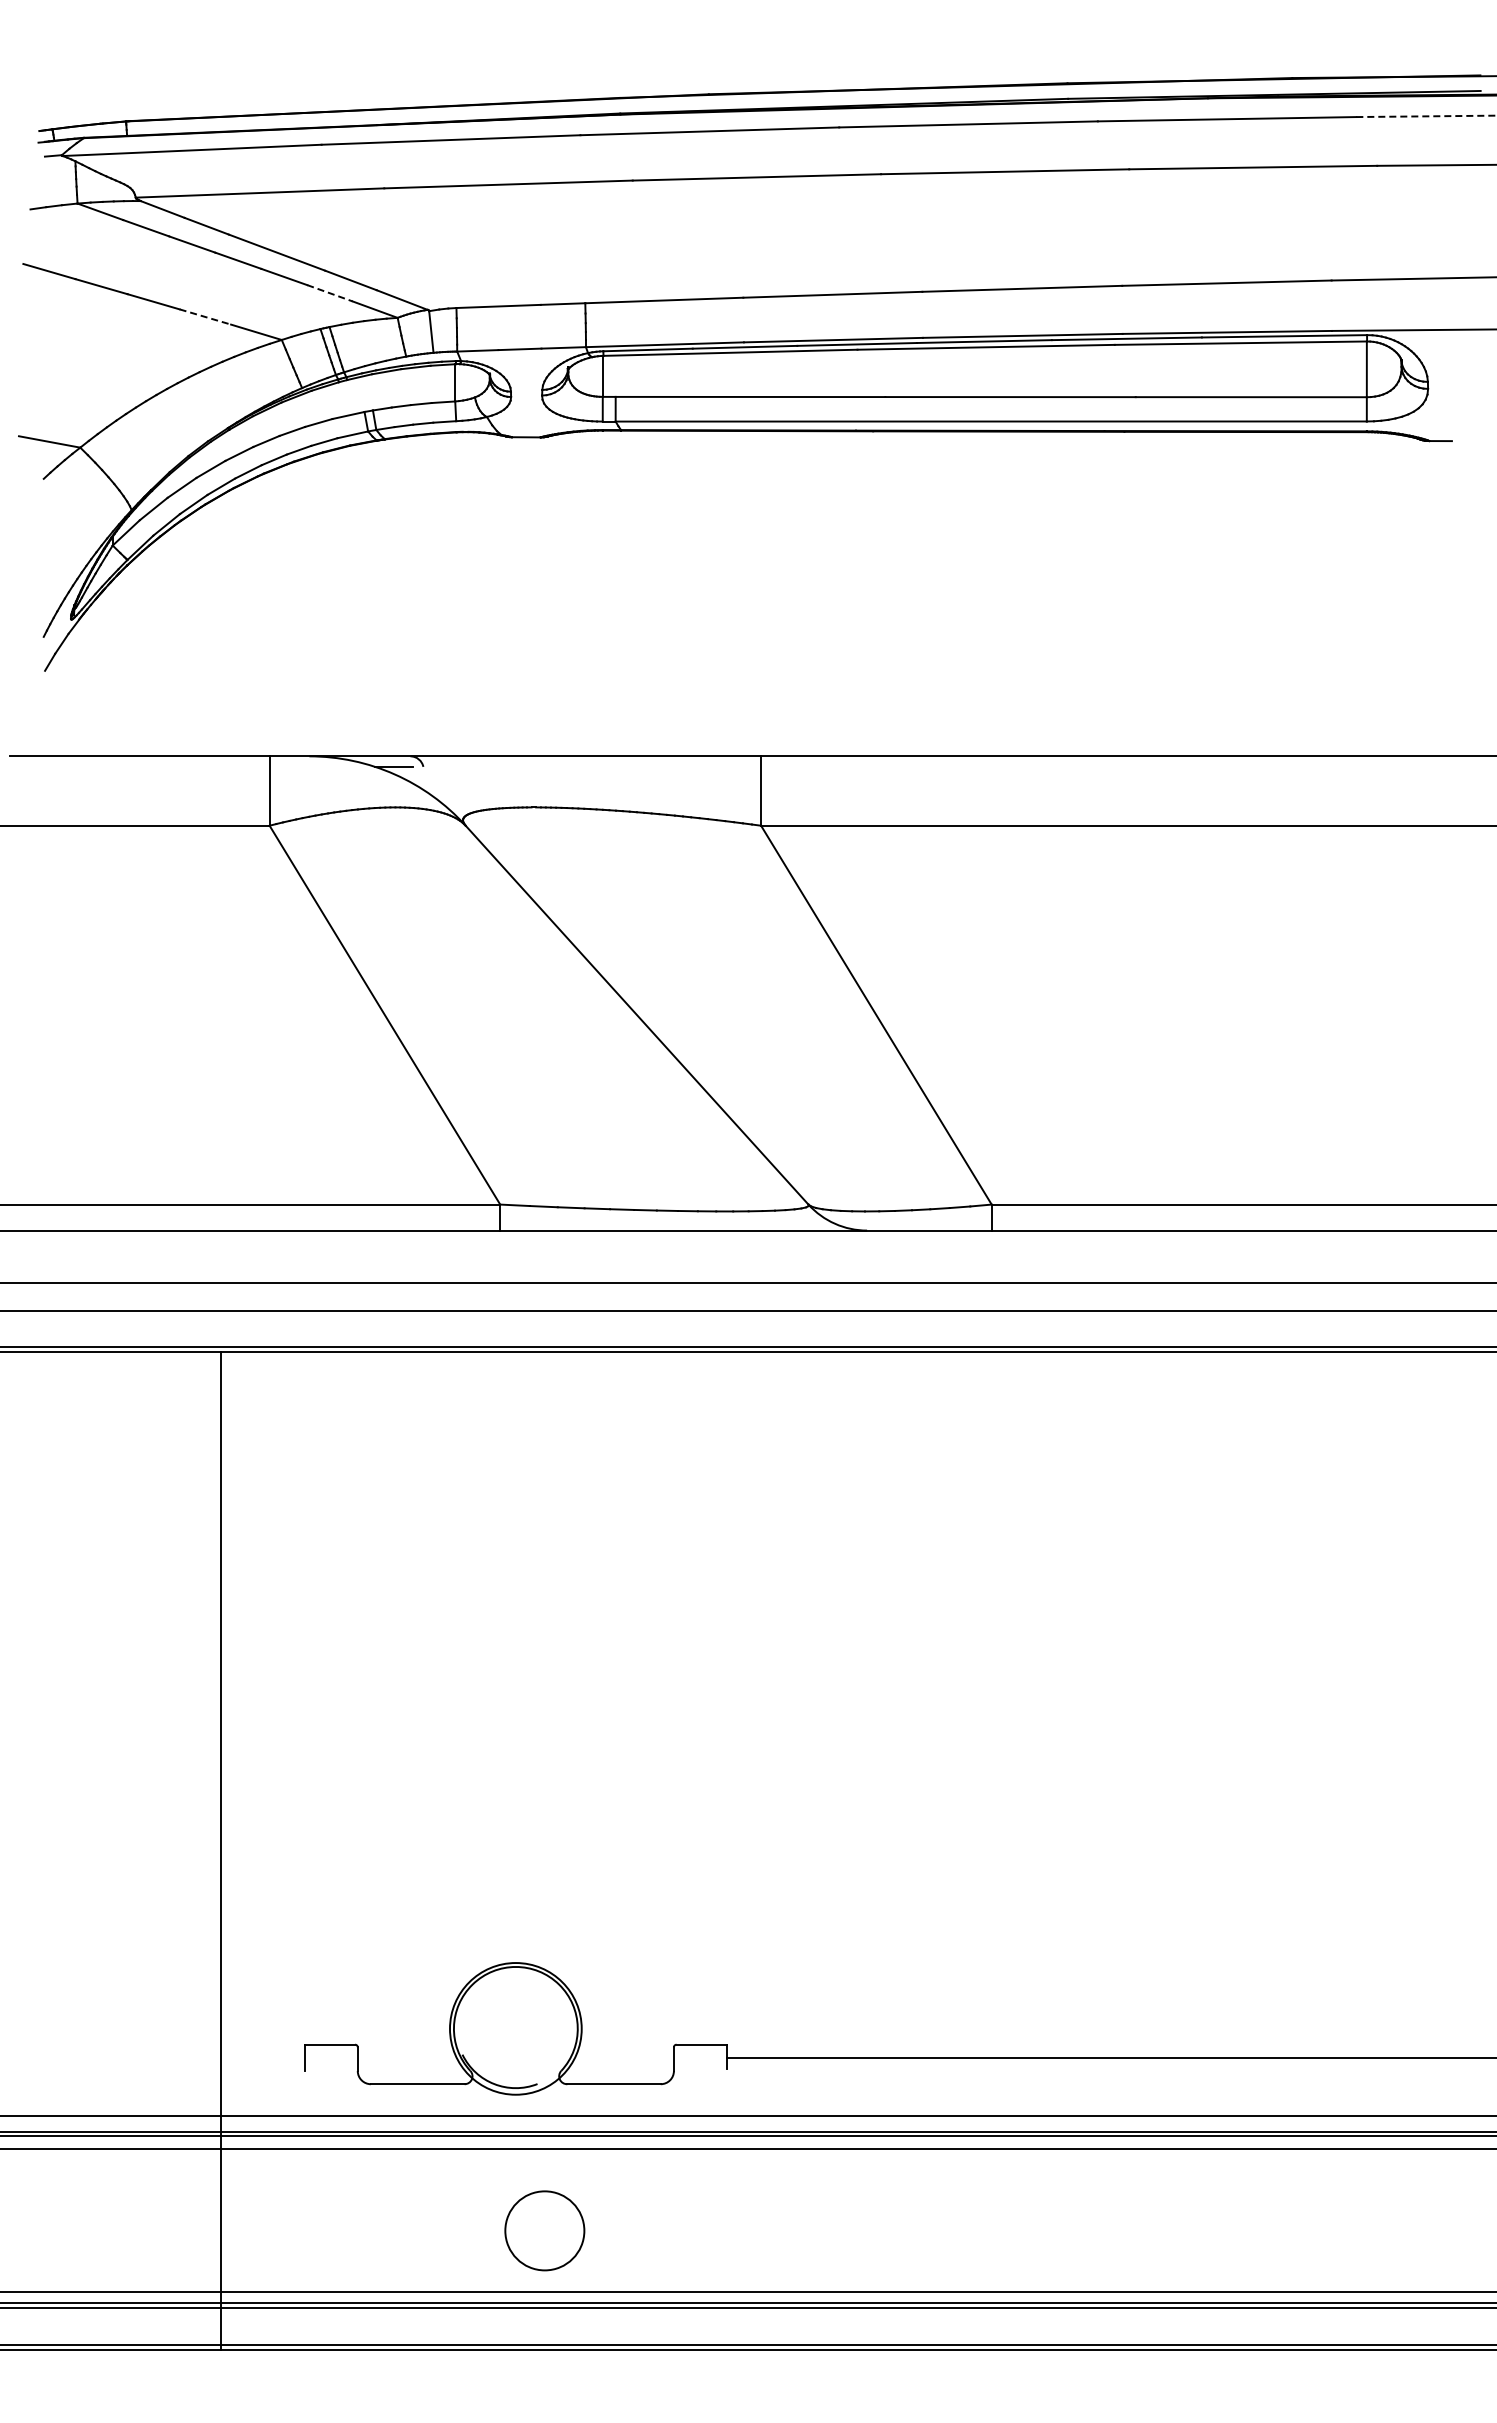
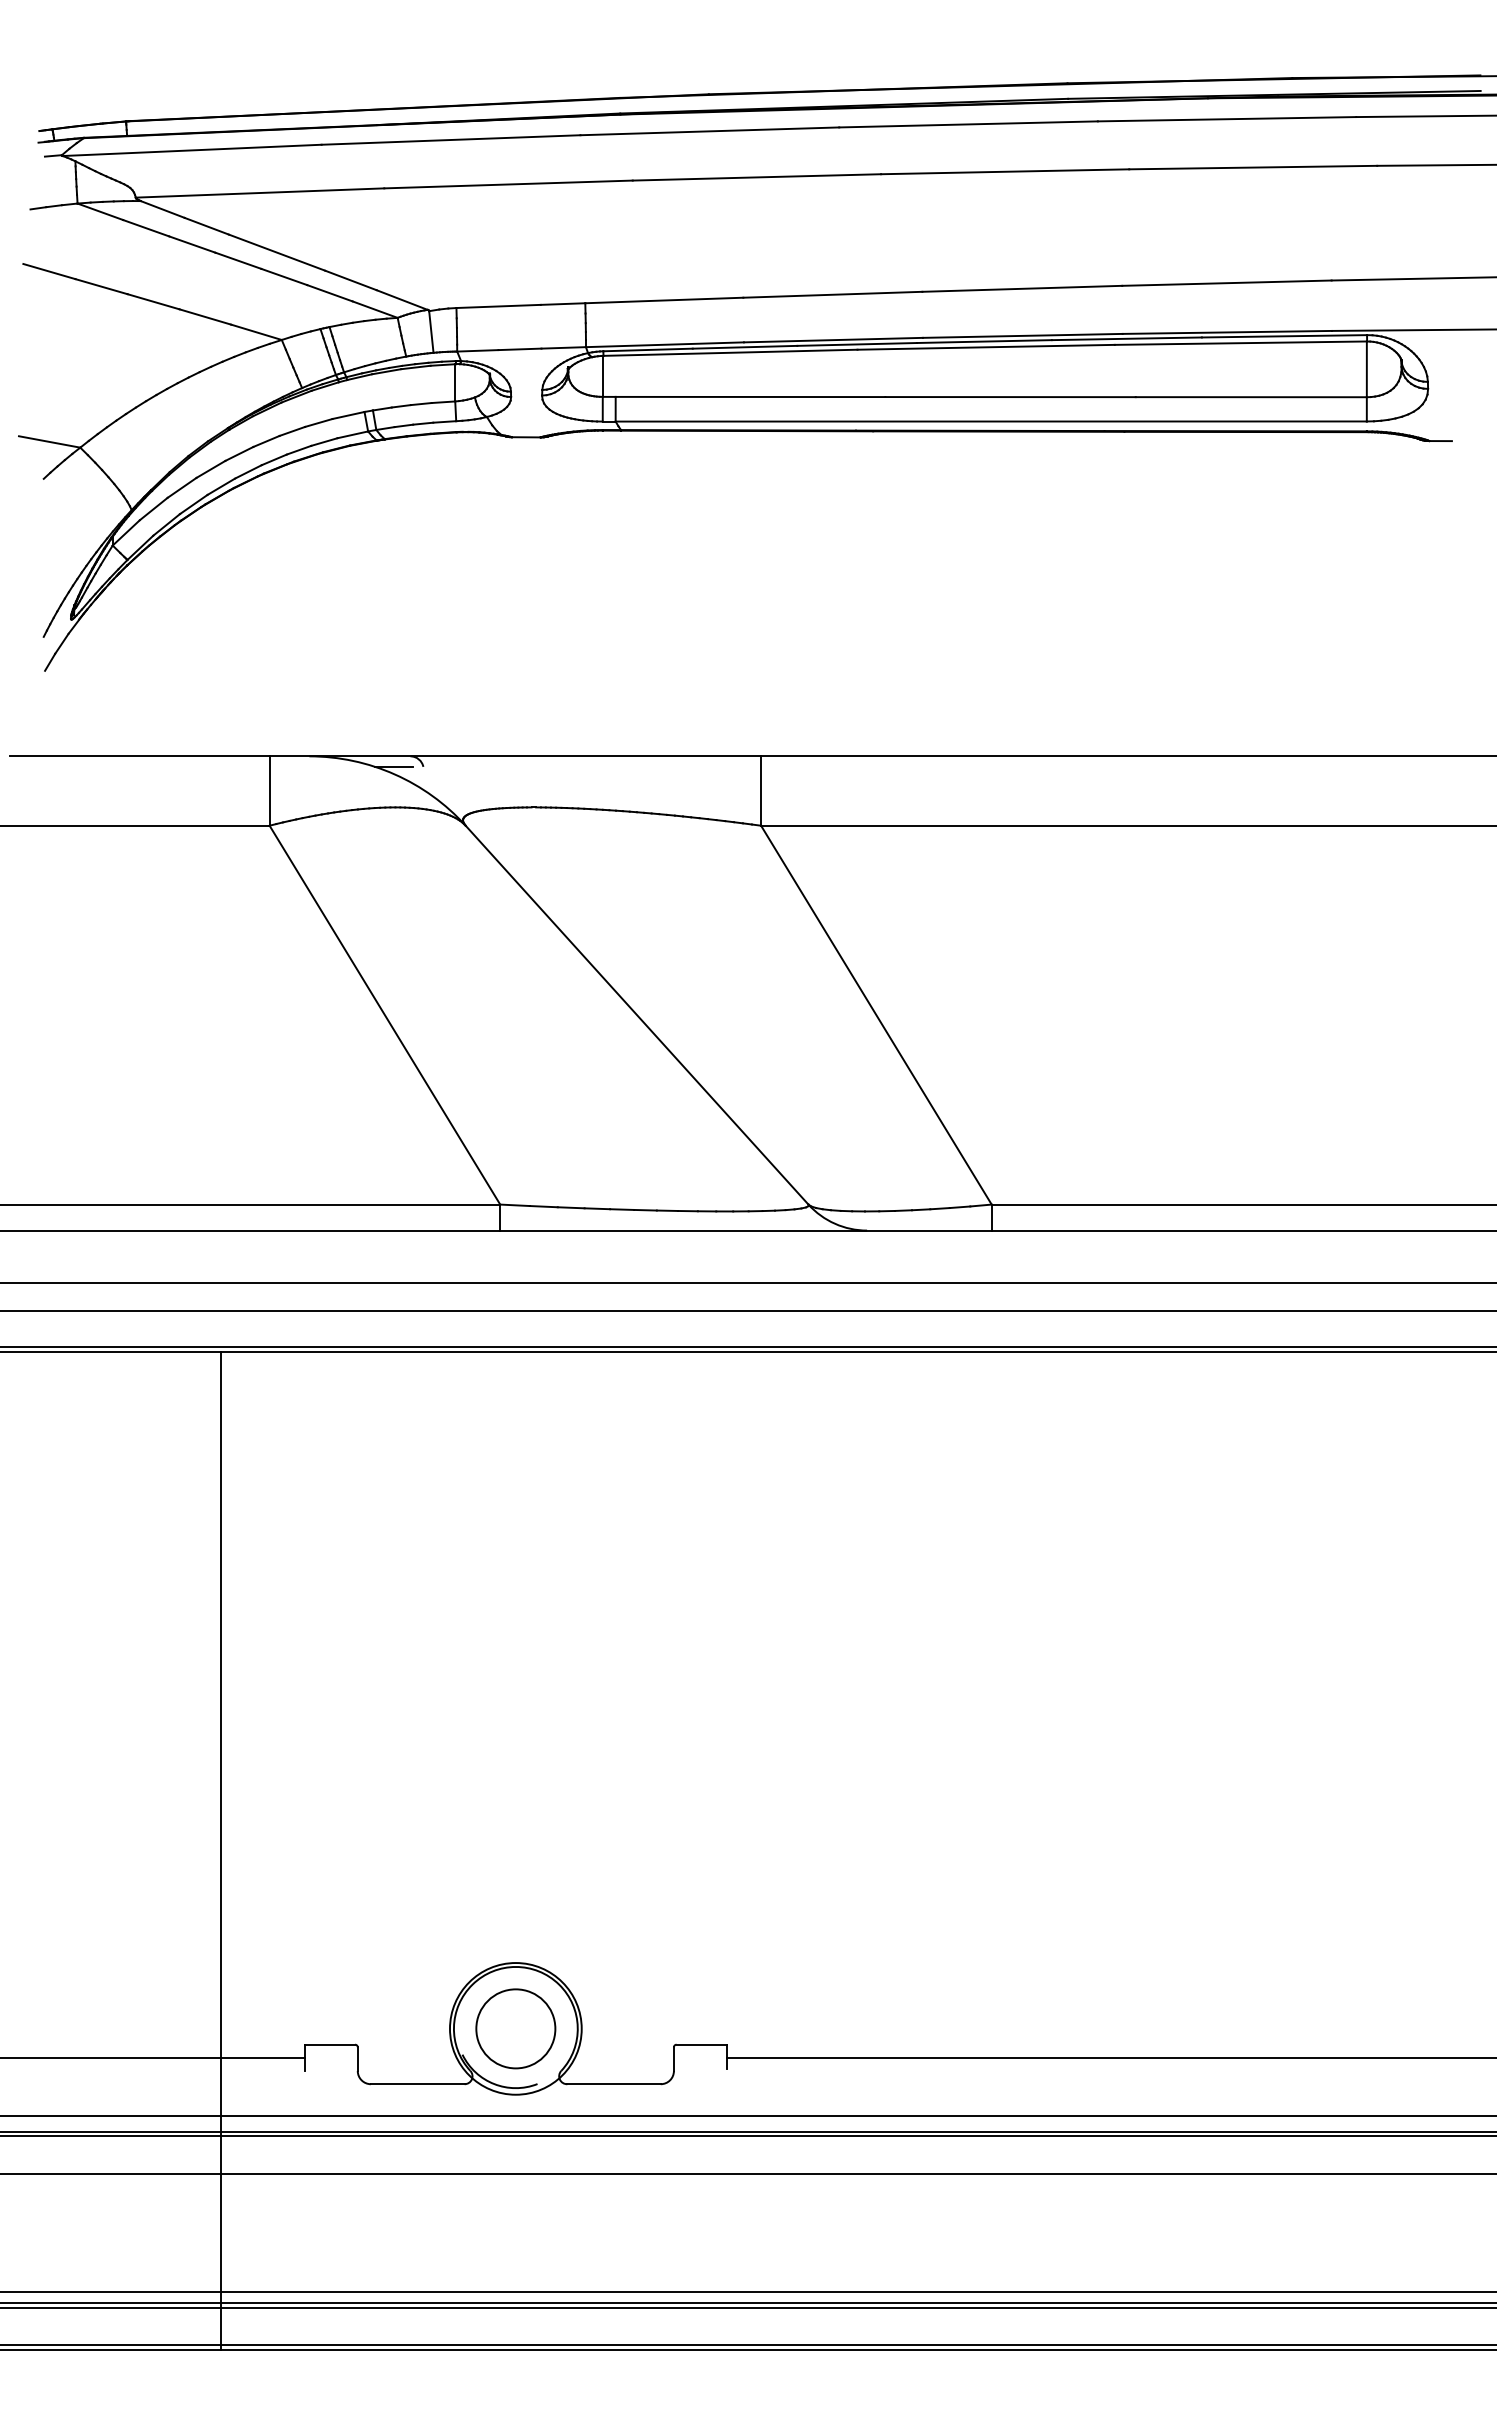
line at (1427, 116): dashed -> solid
line at (330, 293): dashed -> solid
line at (205, 317): dashed -> solid
line at (153, 2057): none -> present
line at (747, 2148) position: (747, 2148) -> (747, 2173)
circle at (544, 2230) position: (544, 2230) -> (515, 2028)
